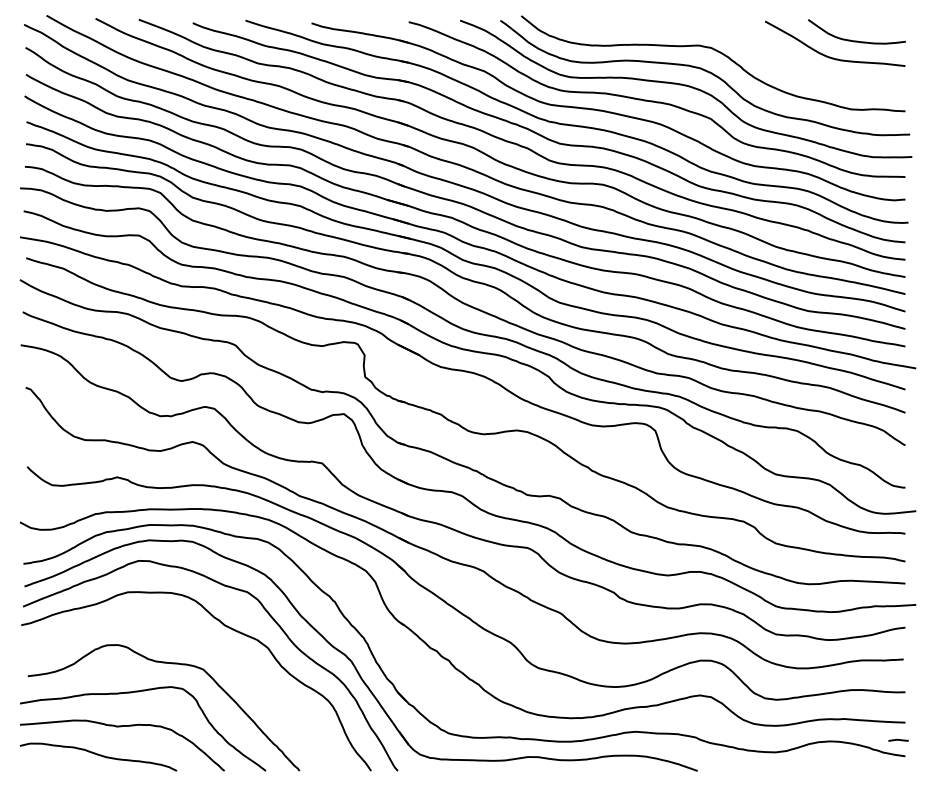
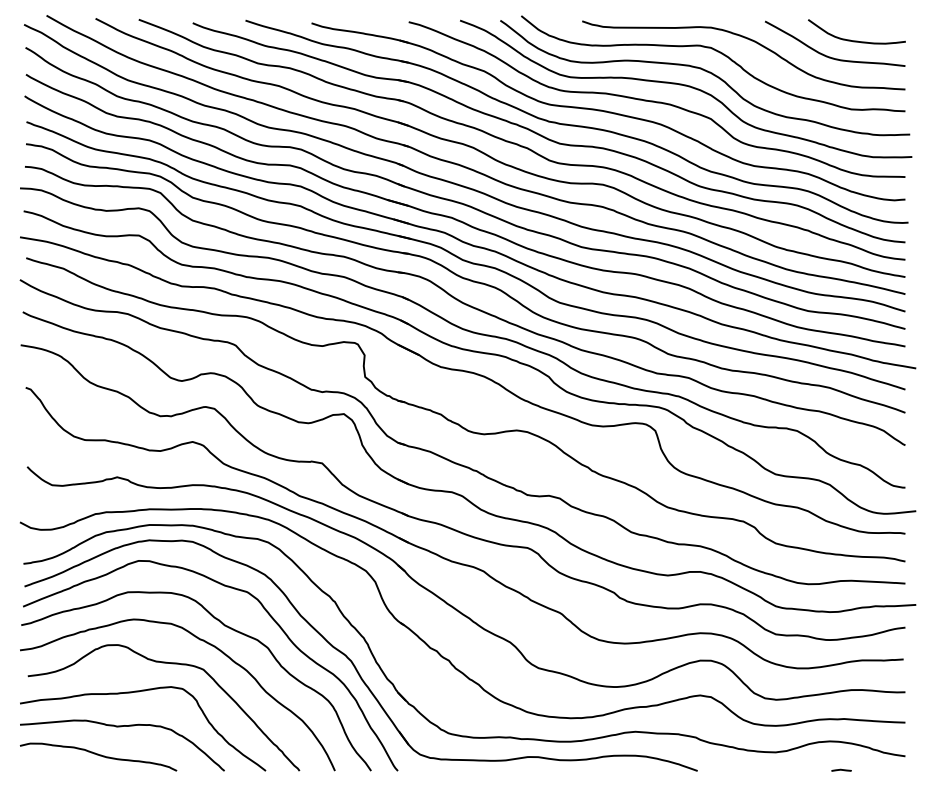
curve at (751, 41): none -> present
curve at (204, 642): none -> present
line at (898, 739) position: (898, 739) -> (841, 769)
